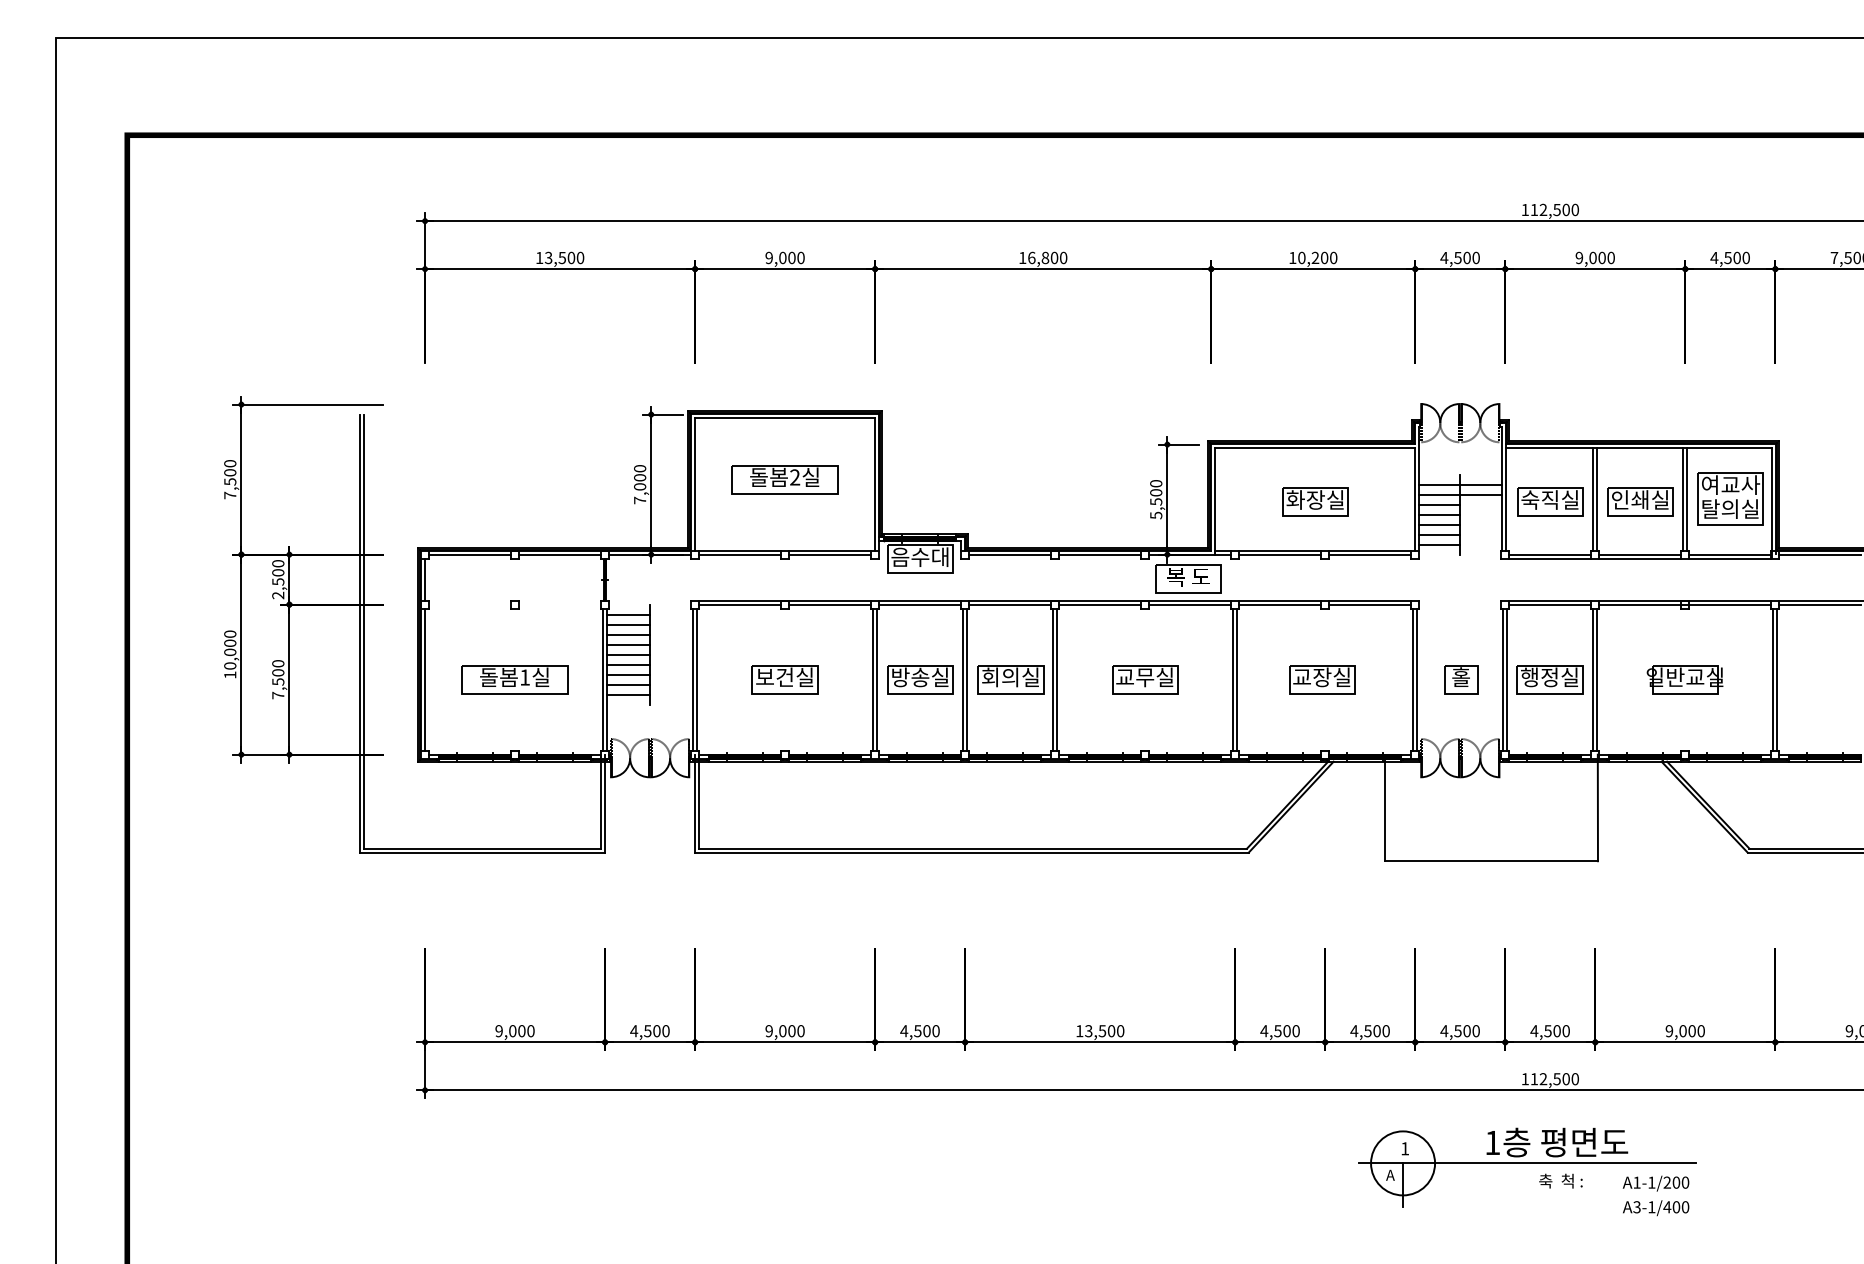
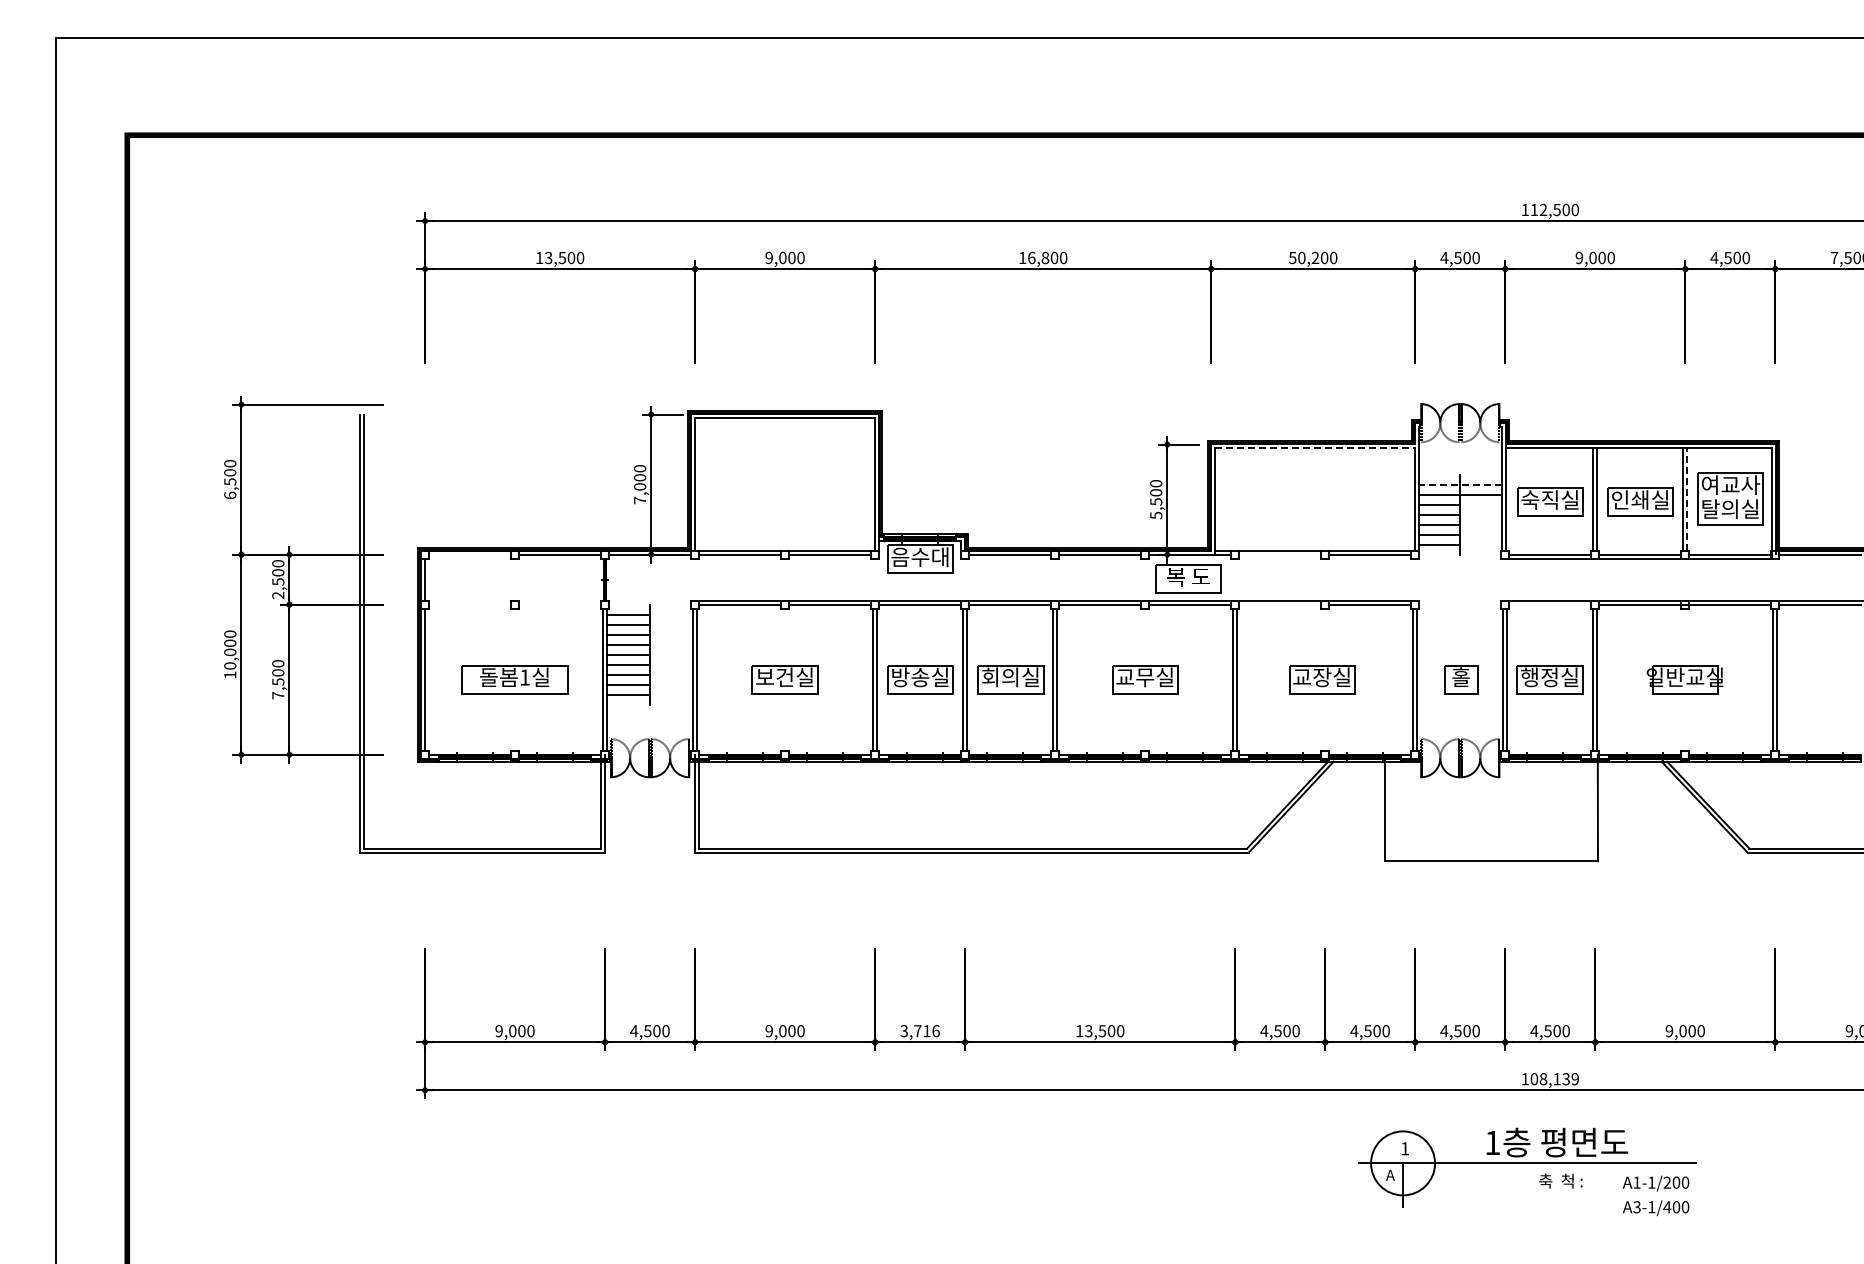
text at (1292, 258): 10,200 -> 50,200
line at (1315, 448): solid -> dashed
part at (784, 479): present -> none
line at (1460, 484): solid -> dashed
text at (230, 495): 7,500 -> 6,500
line at (1687, 498): solid -> dashed
part at (1315, 501): present -> none
line at (470, 554): present -> none
line at (1280, 554): present -> none
line at (1280, 604): present -> none
line at (1550, 604): present -> none
text at (919, 1031): 4,500 -> 3,716
text at (1554, 1079): 112,500 -> 108,139
